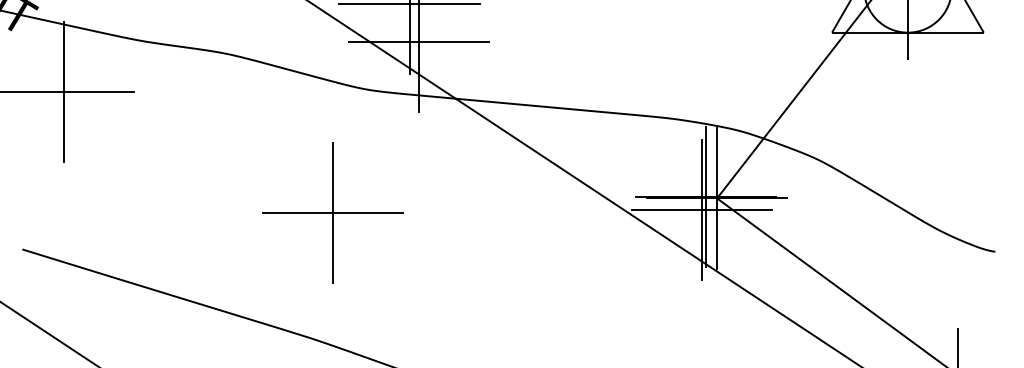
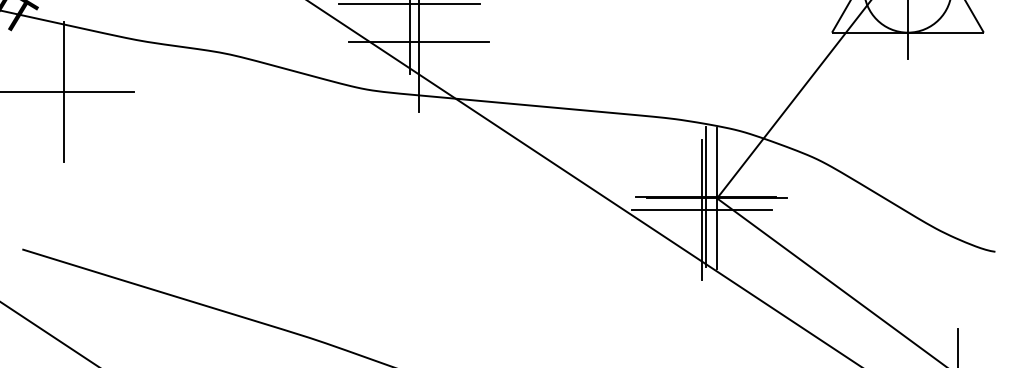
part at (332, 212): present -> none
